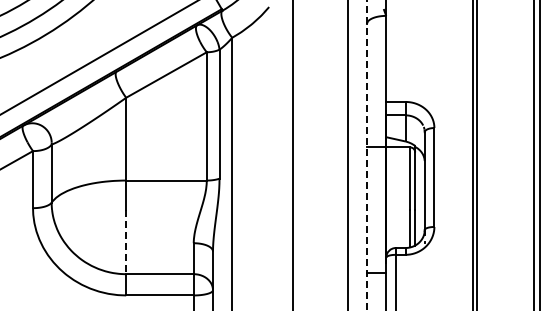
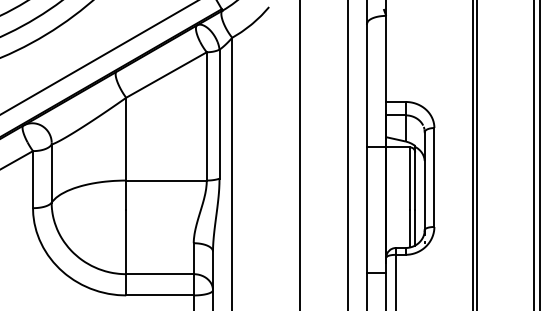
line at (292, 154) position: (292, 154) -> (299, 154)
line at (367, 155): dashed -> solid
line at (126, 242): dashed -> solid
